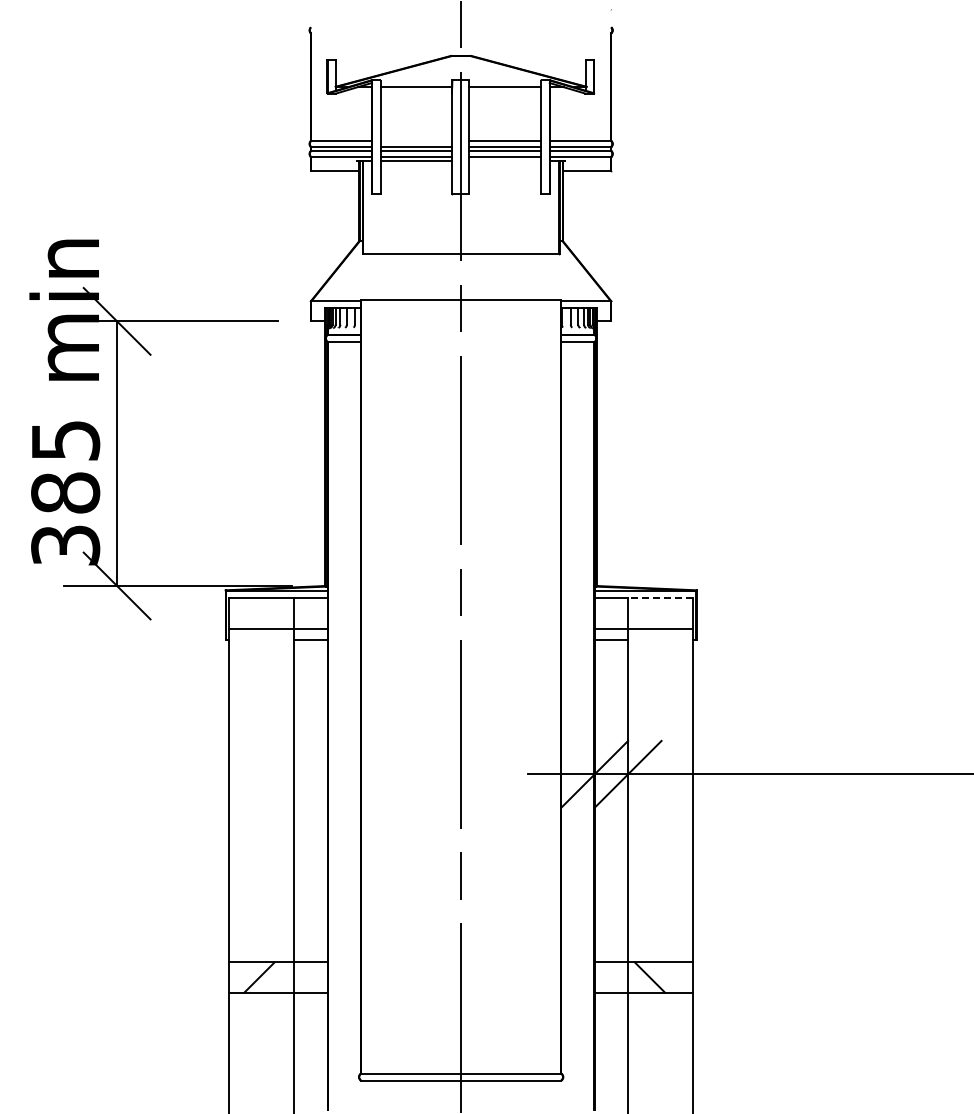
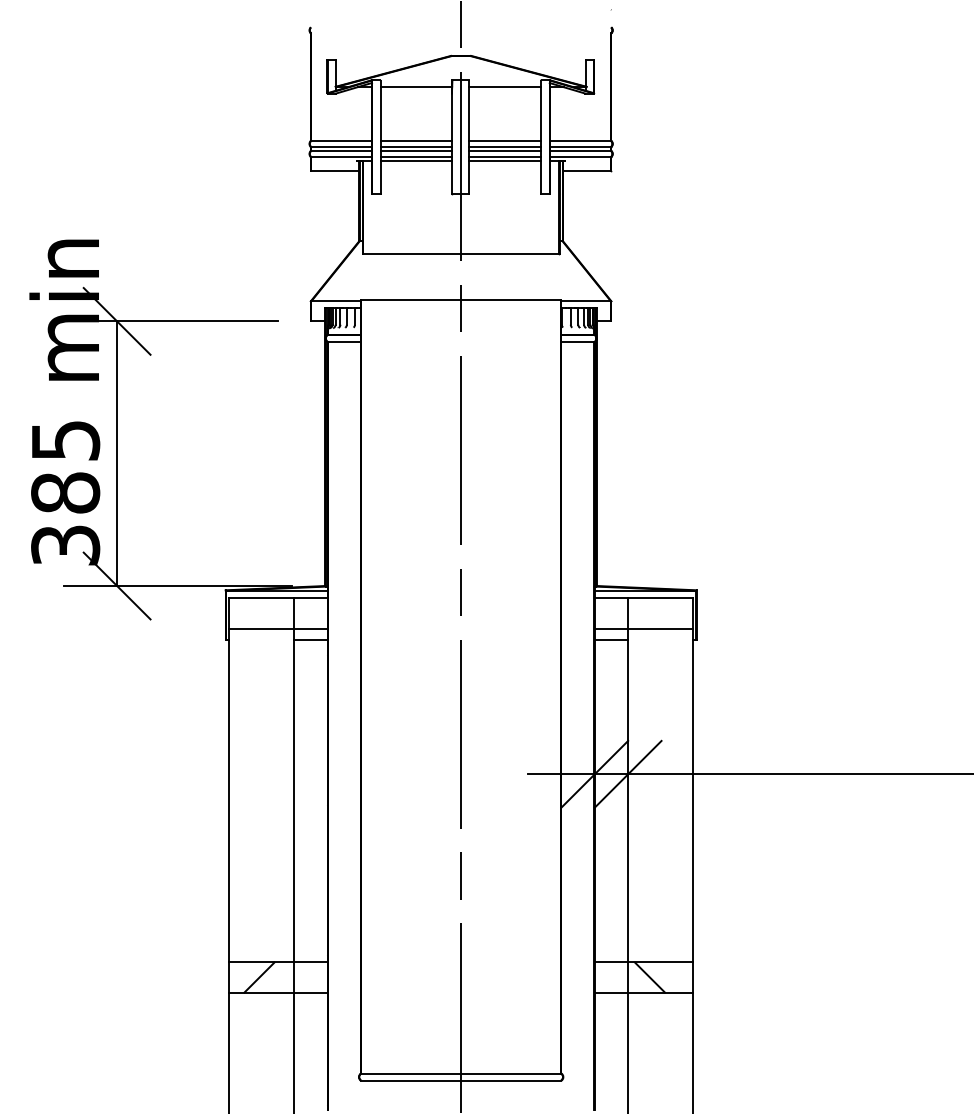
line at (416, 141): none -> present
line at (504, 160): none -> present
line at (660, 597): dashed -> solid
